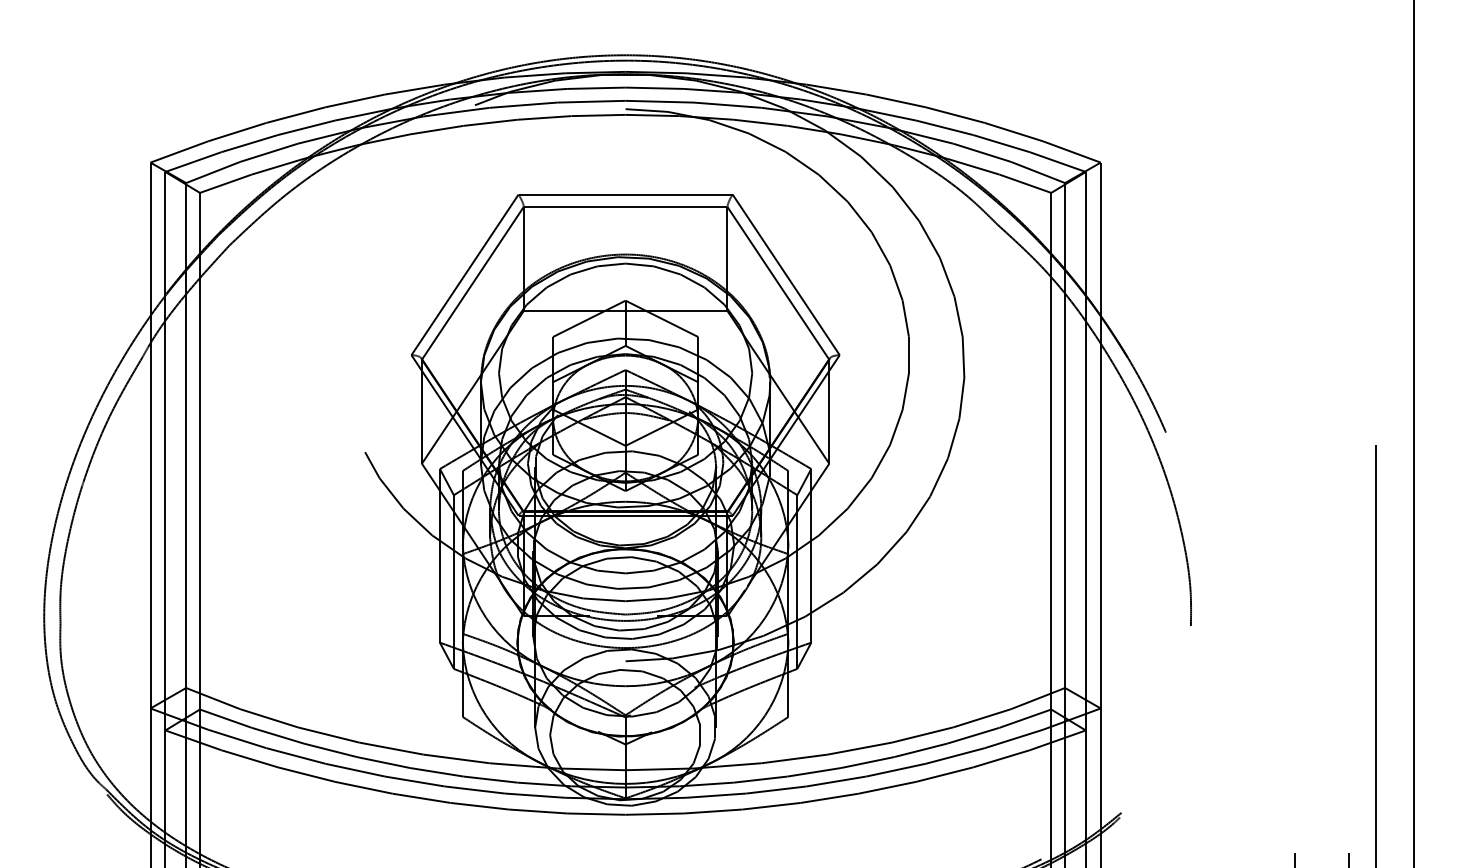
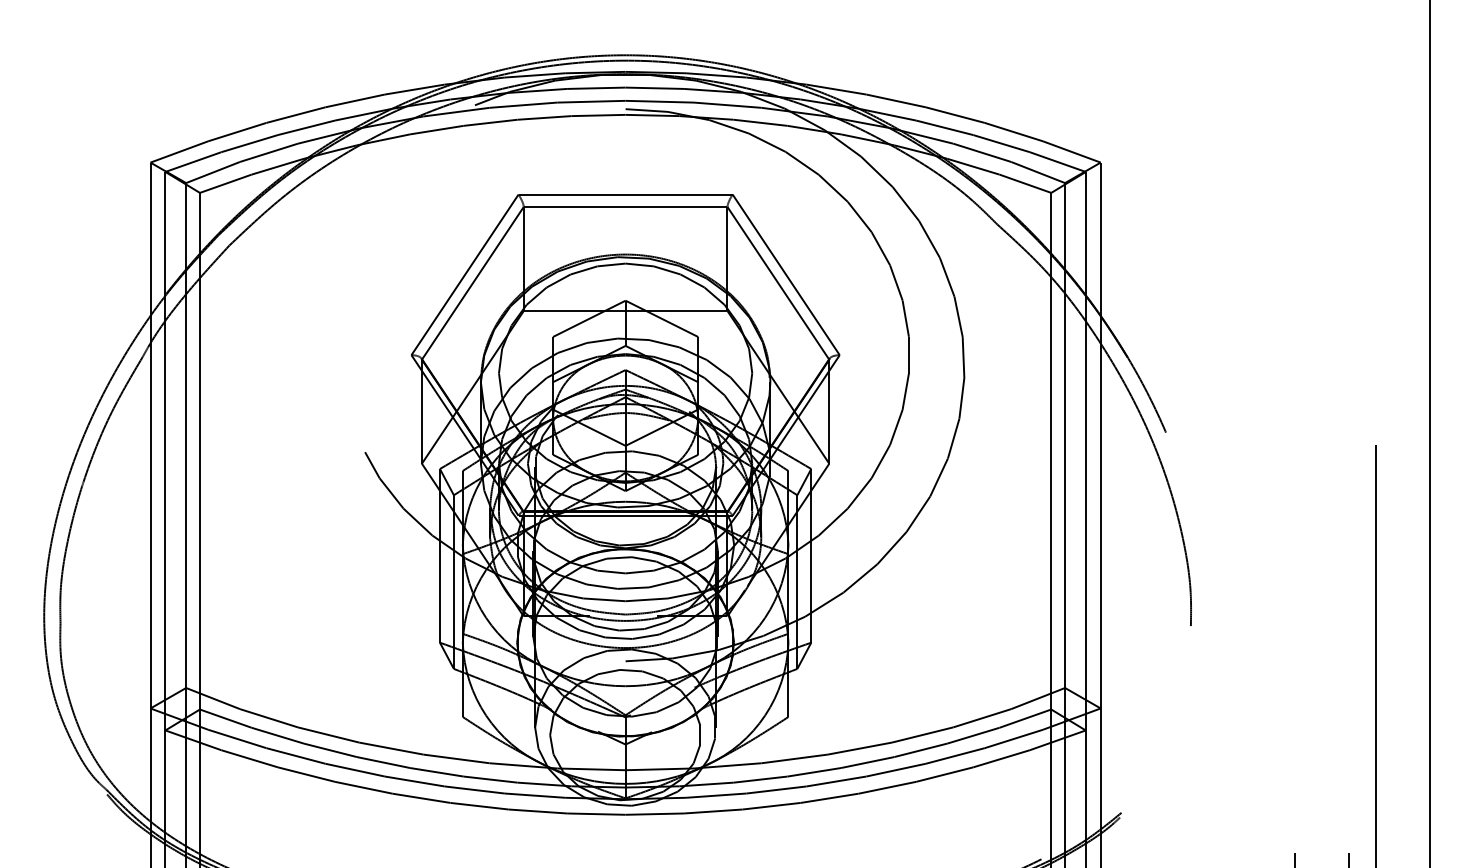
line at (1413, 433) position: (1413, 433) -> (1429, 433)
